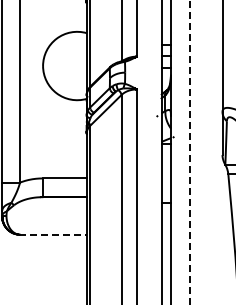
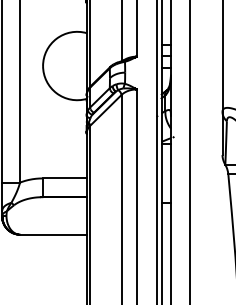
line at (156, 151): none -> present
line at (189, 151): dashed -> solid
line at (53, 234): dashed -> solid
